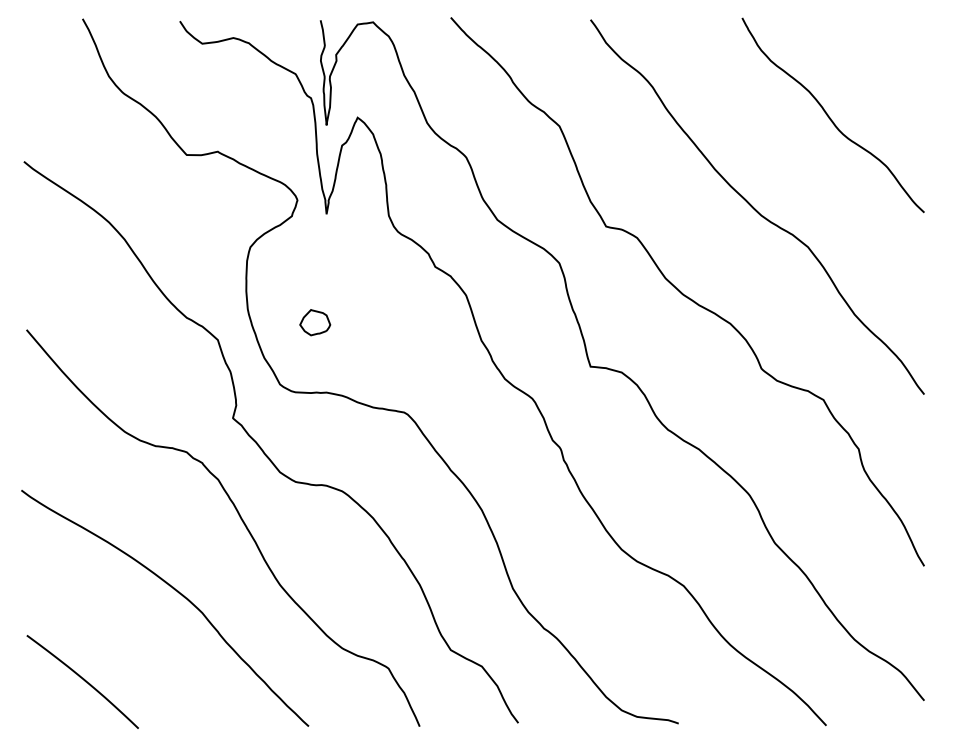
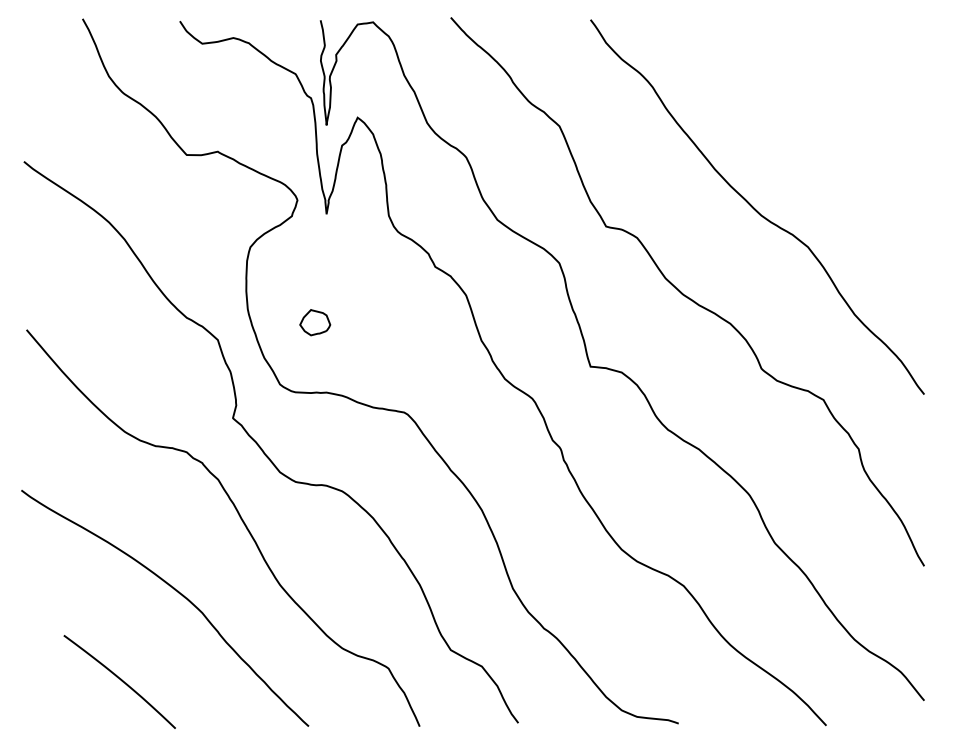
curve at (830, 117): present -> none
curve at (83, 680) position: (83, 680) -> (120, 680)
